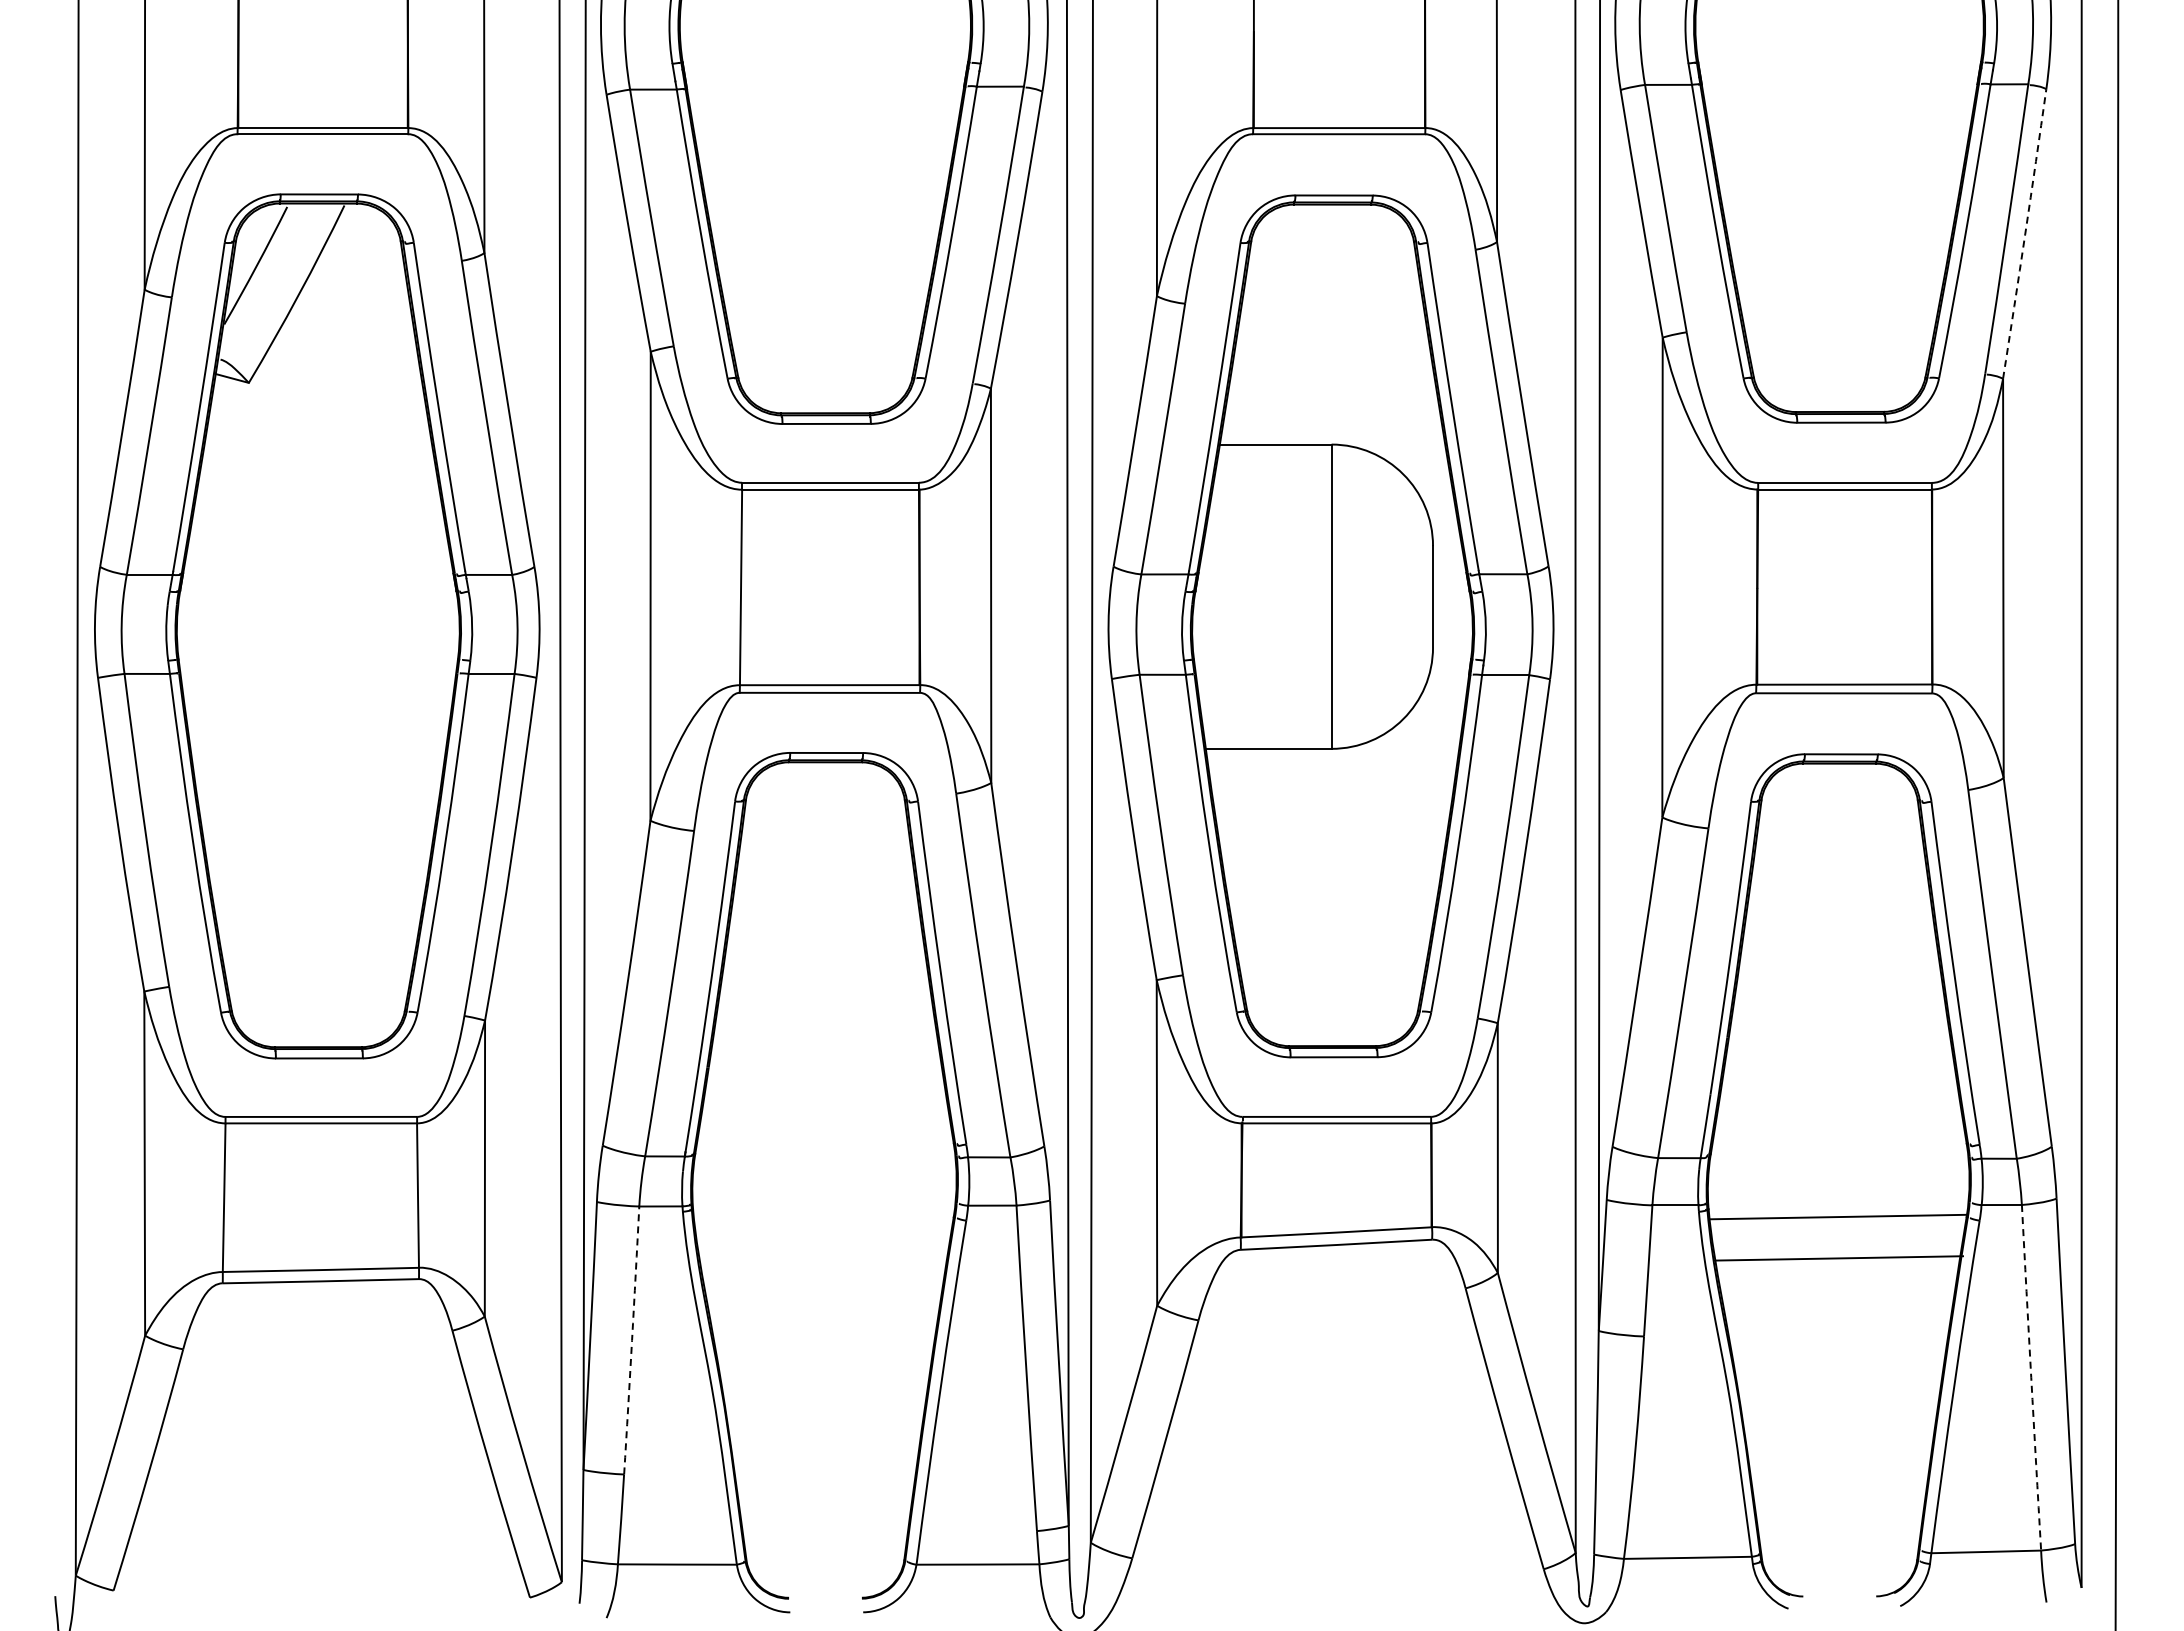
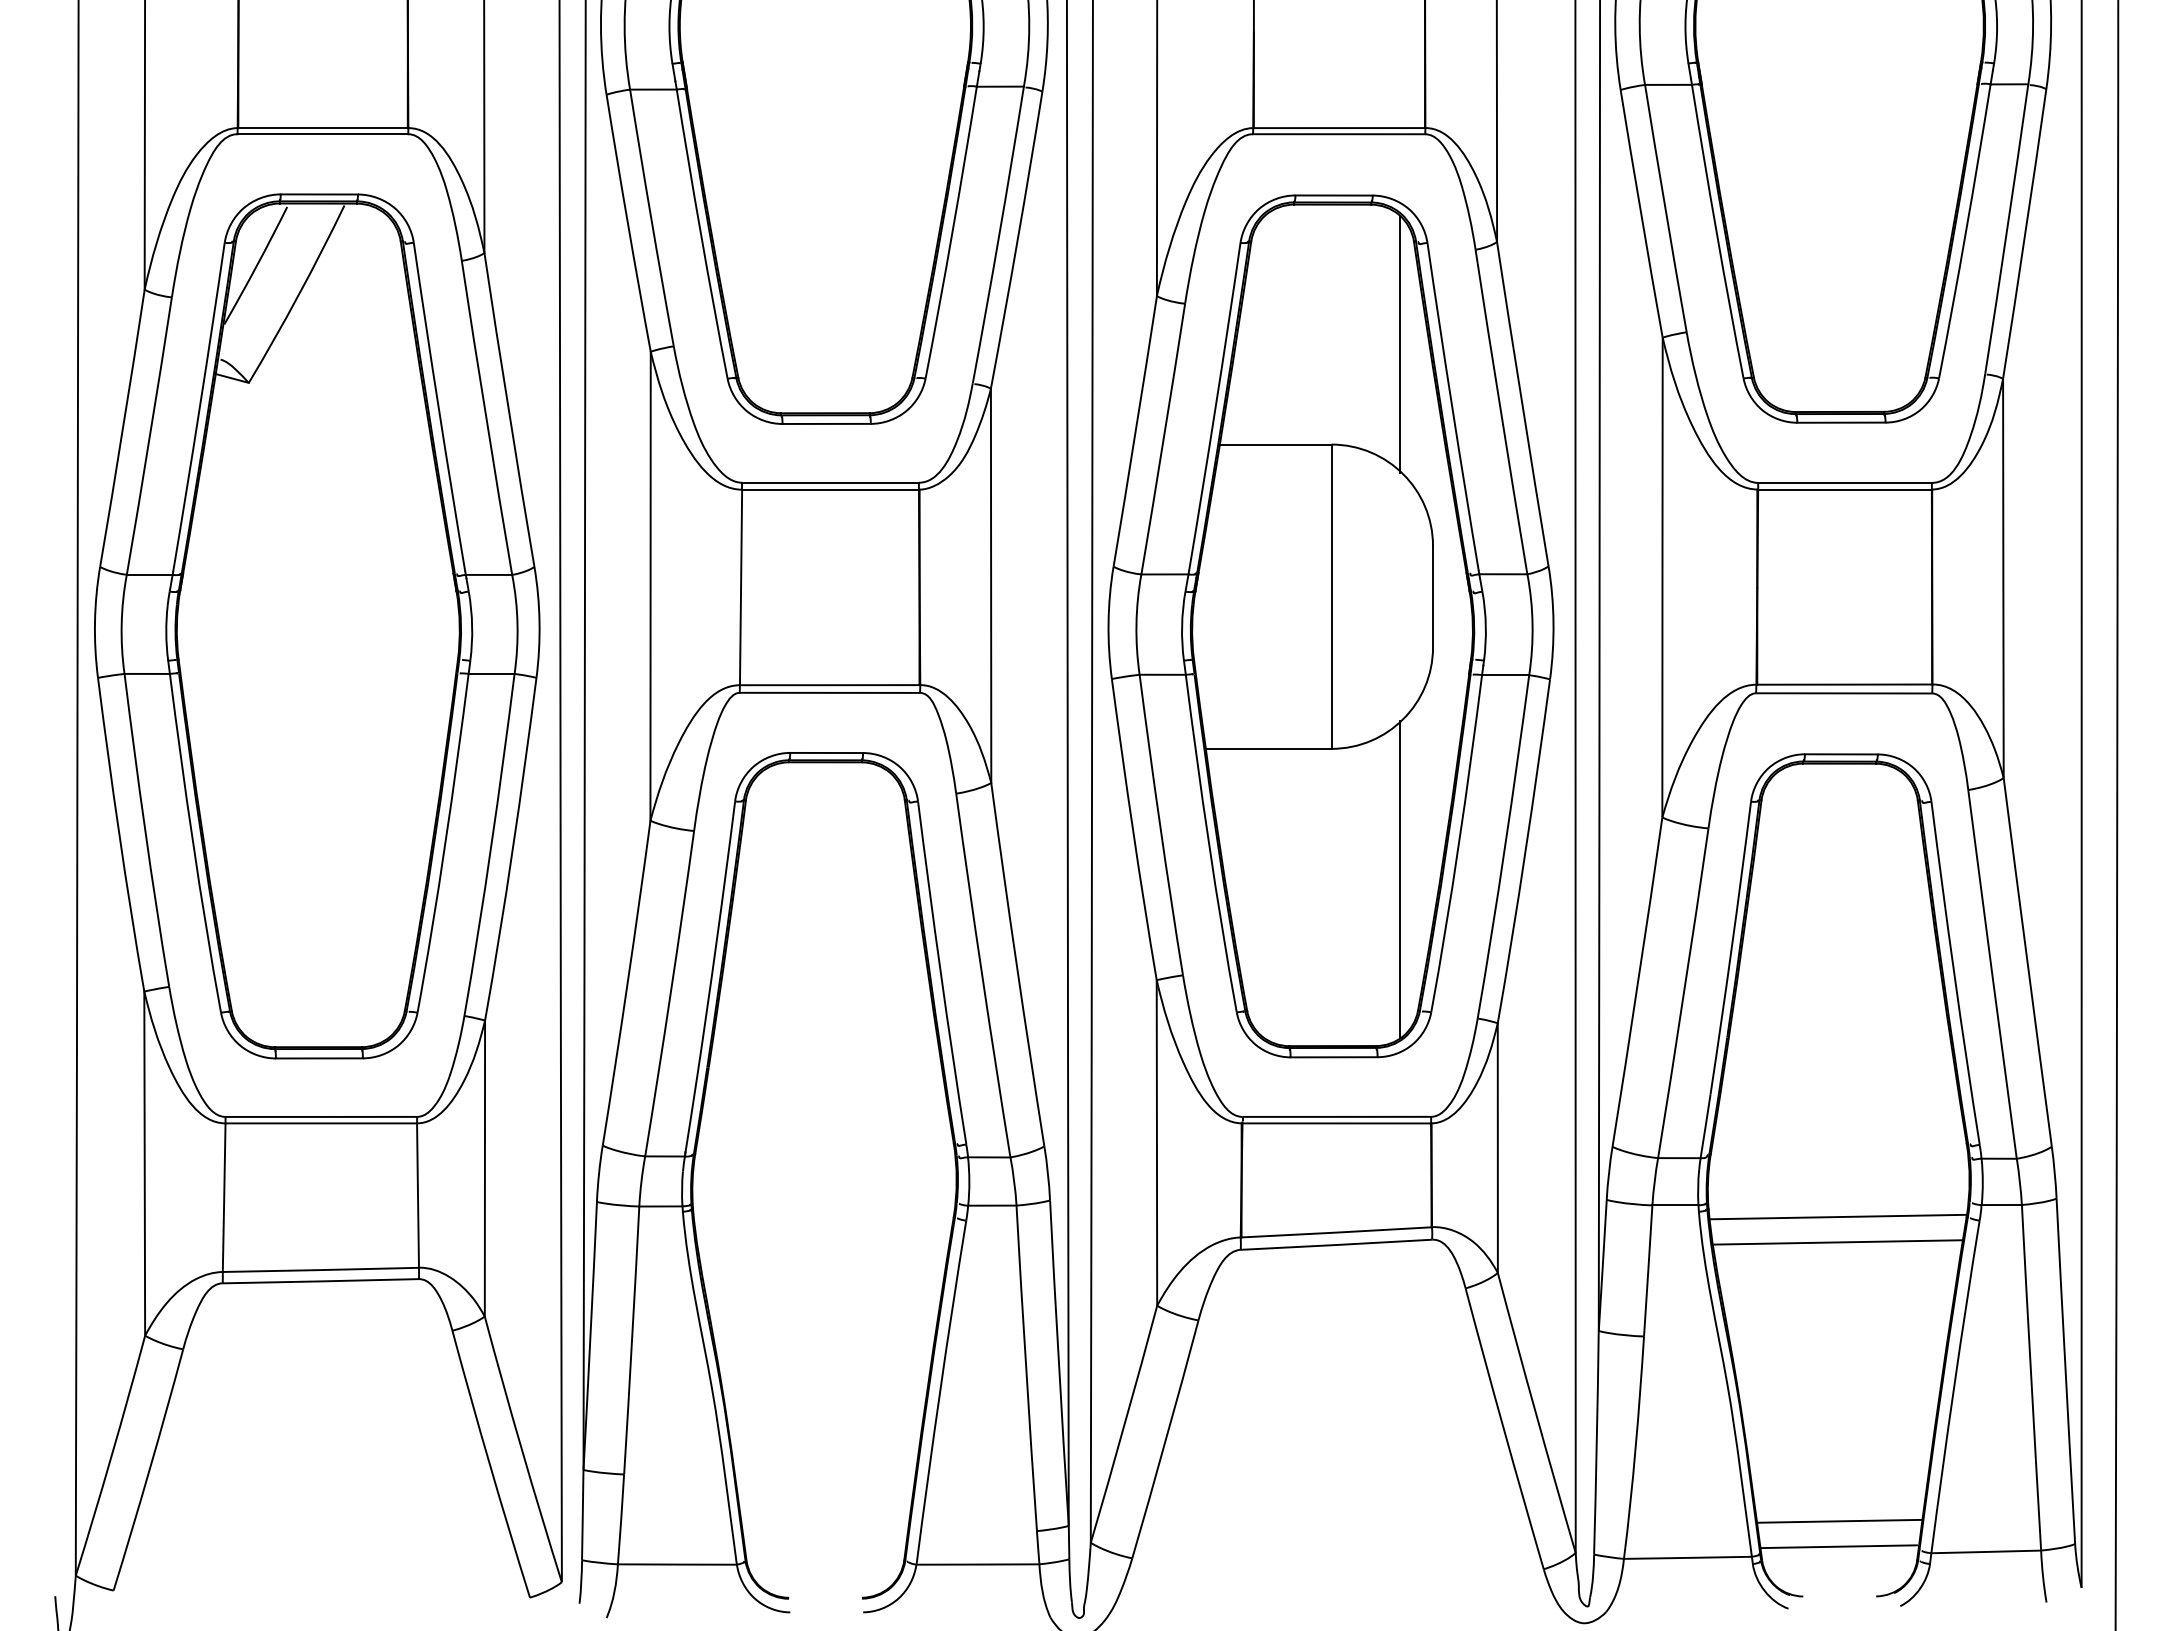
arc at (2025, 234): dashed -> solid
line at (1400, 344): none -> present
line at (1400, 878): none -> present
line at (1838, 1258) position: (1838, 1258) -> (1838, 1242)
arc at (632, 1340): dashed -> solid
arc at (2031, 1377): dashed -> solid
line at (1839, 1520): none -> present
line at (1838, 1546): none -> present
